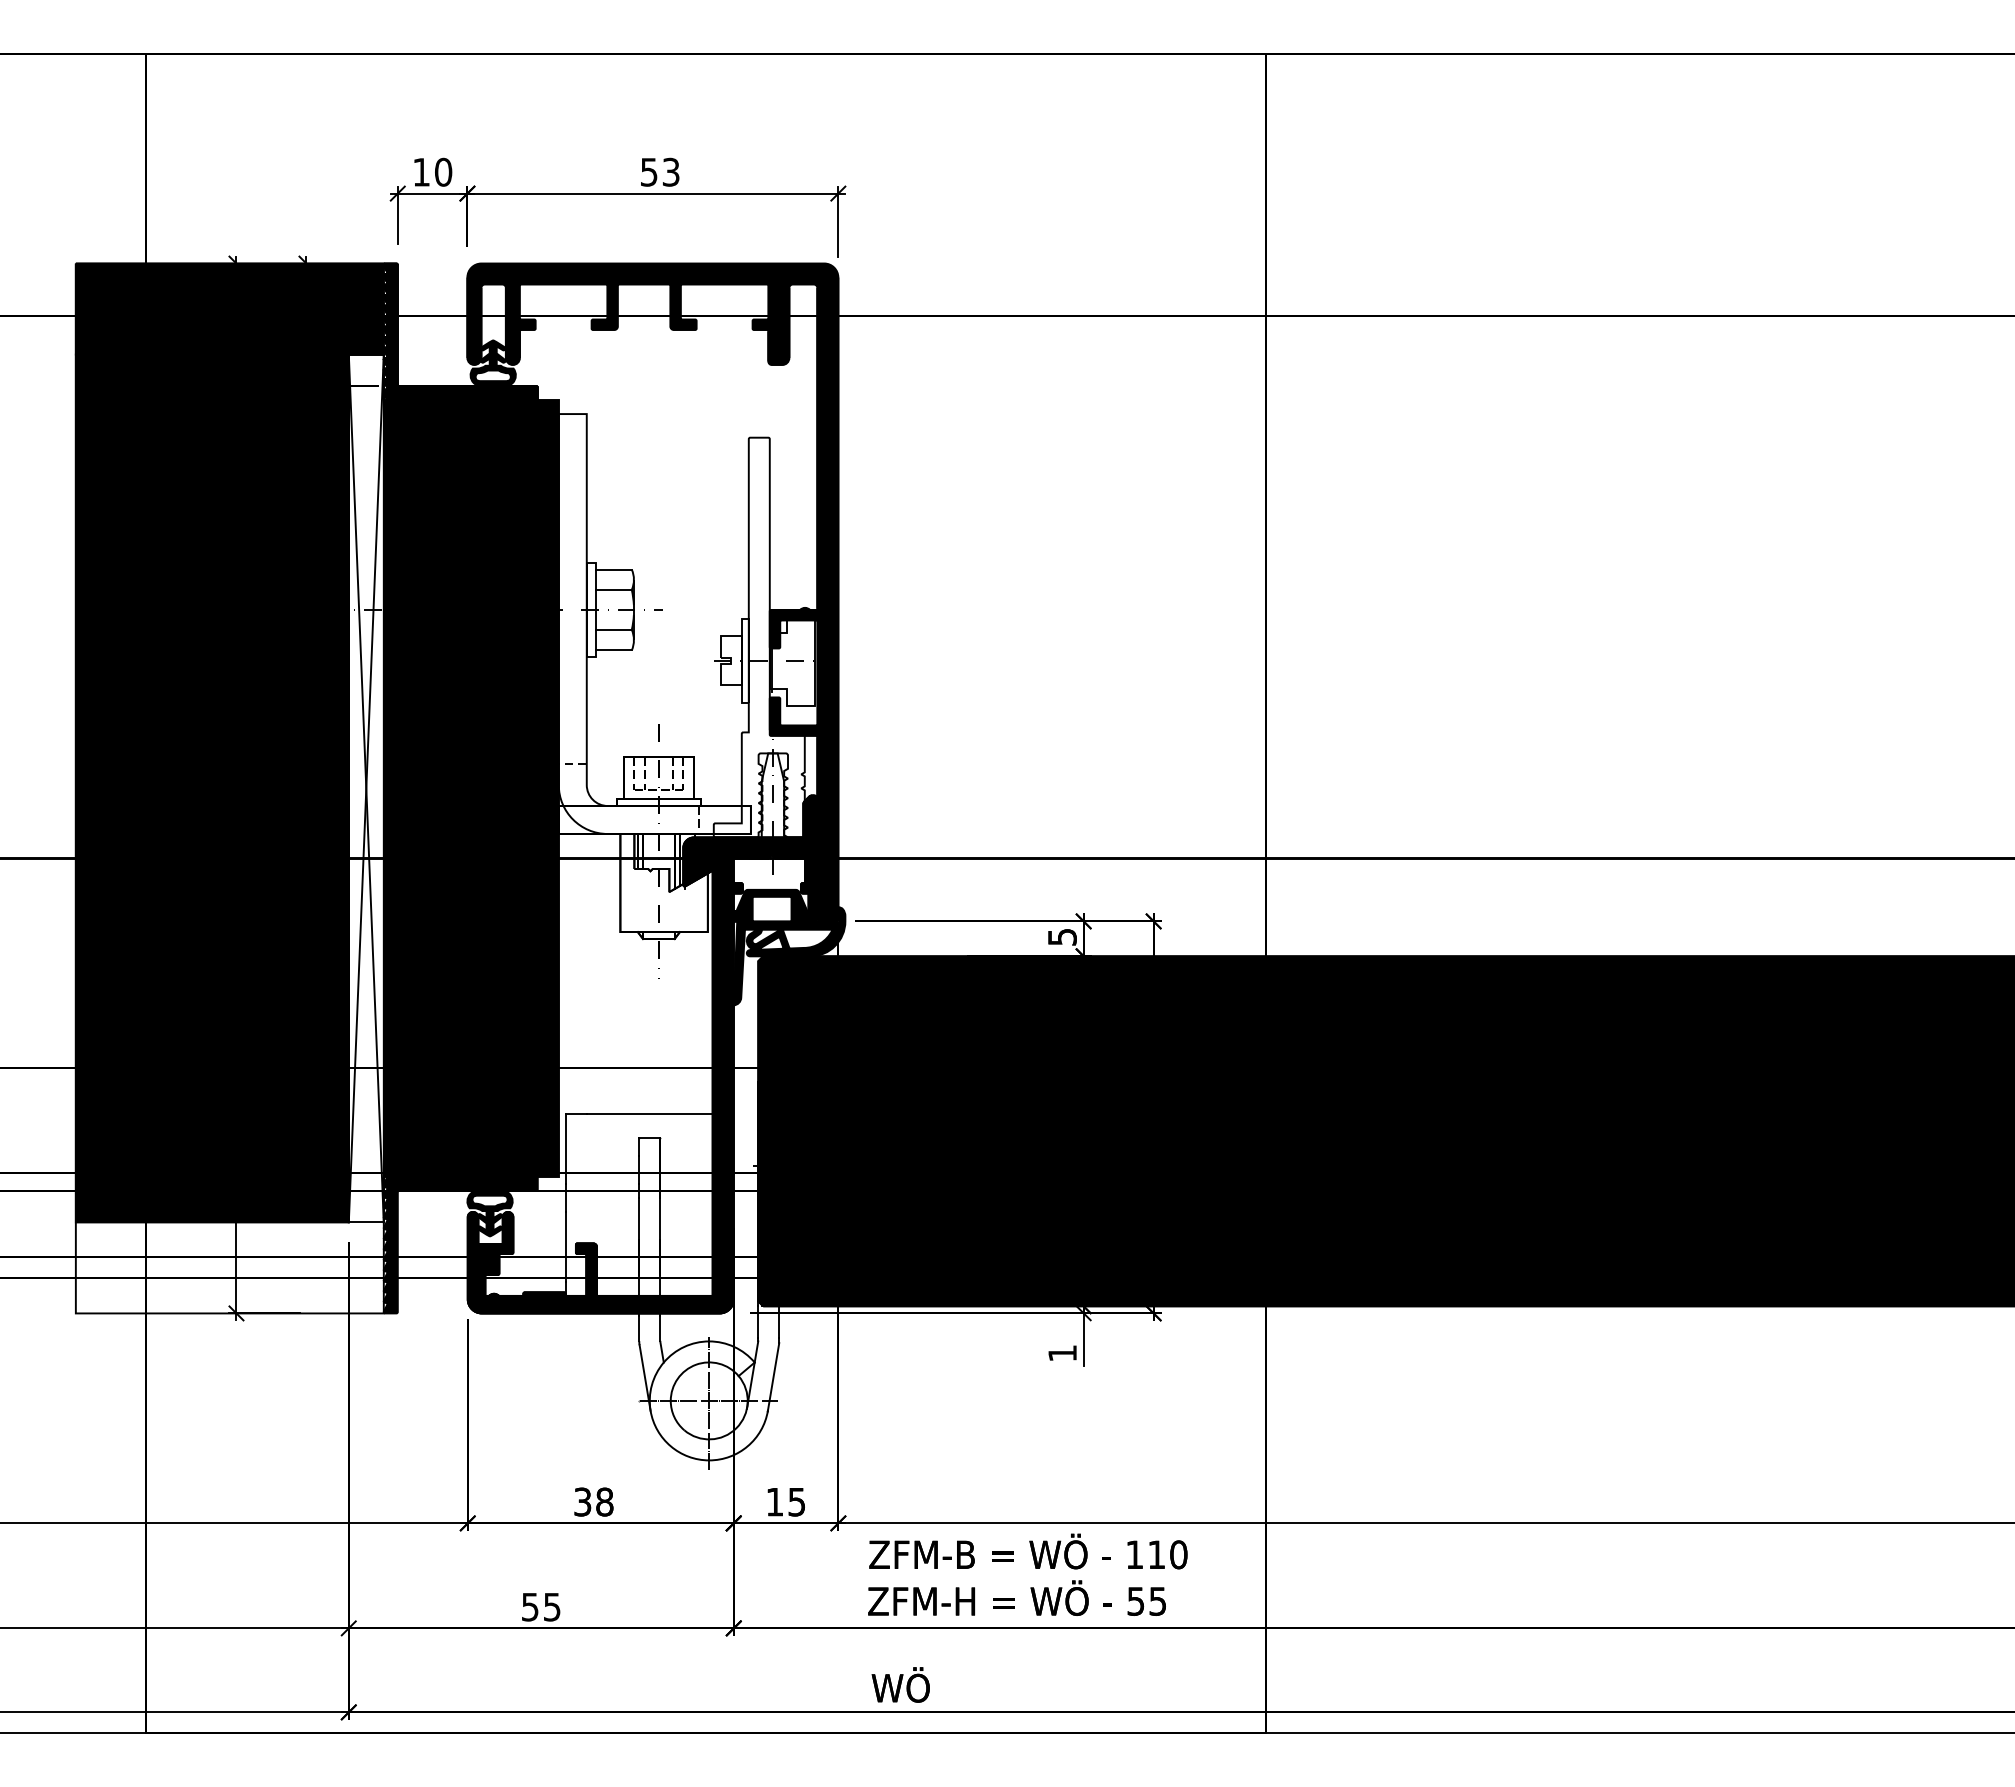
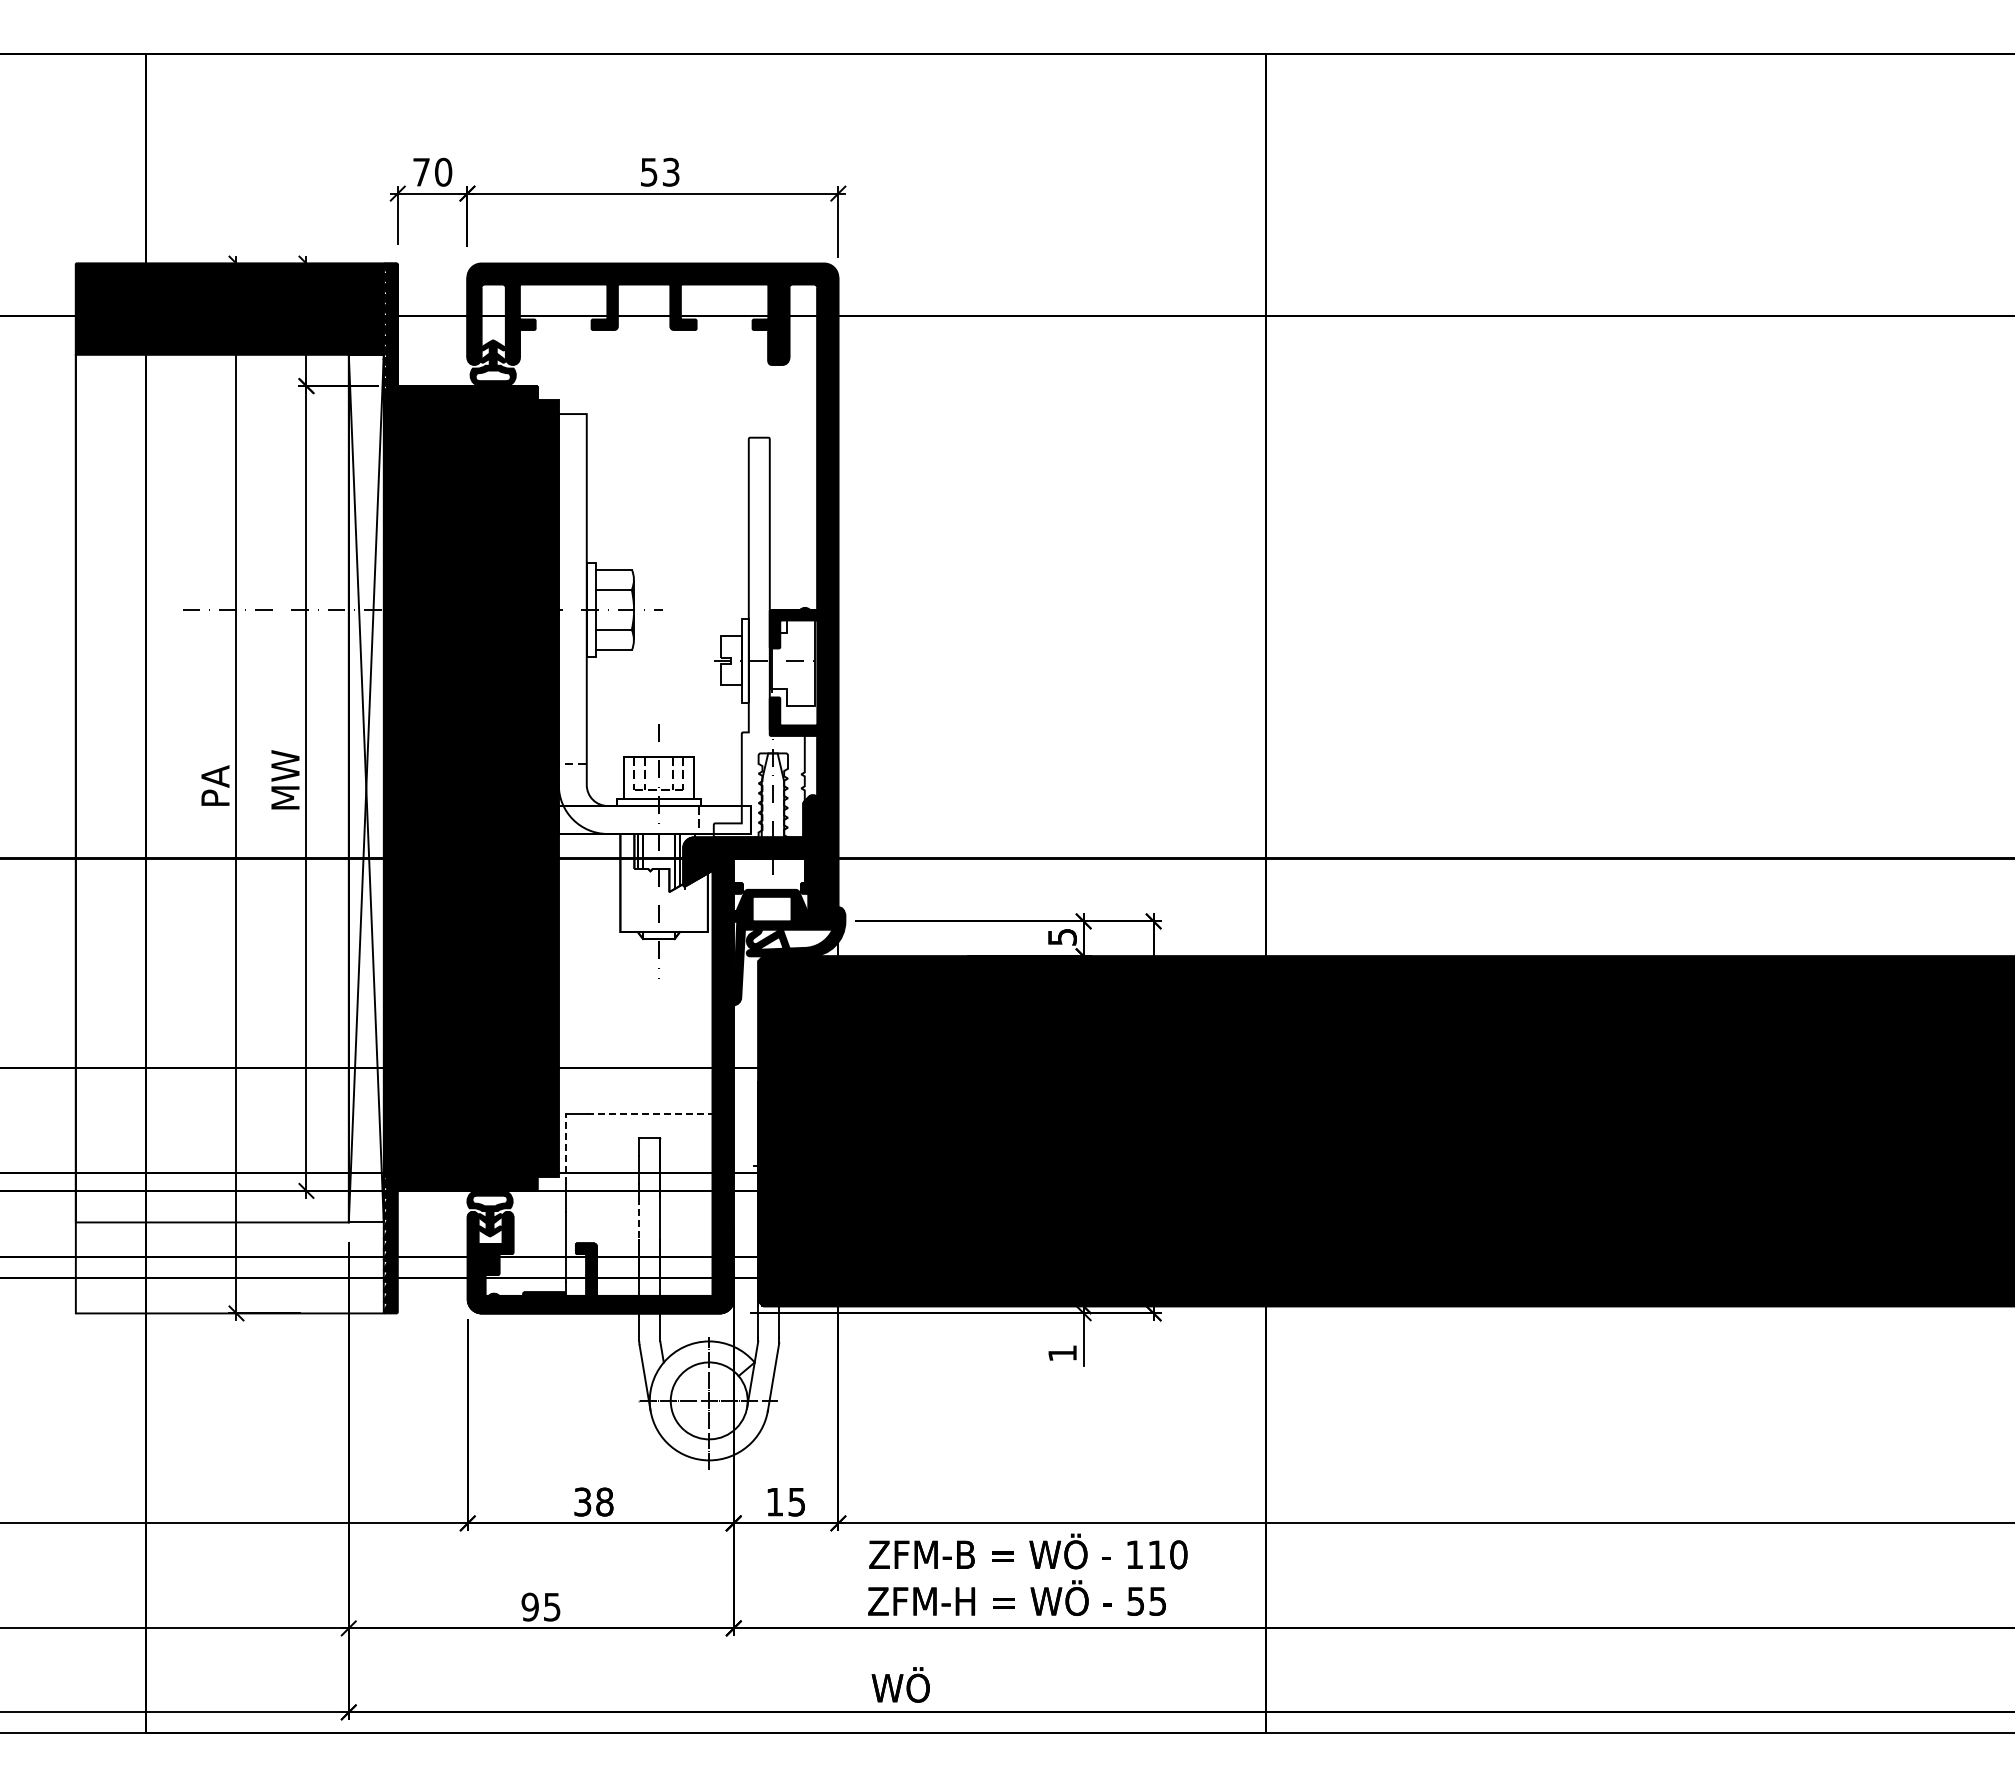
text at (421, 172): 10 -> 70
fill at (211, 788): present -> none
line at (649, 1113): solid -> dashed
line at (565, 1148): solid -> dashed
line at (639, 1218): solid -> dashed
text at (529, 1606): 55 -> 95
